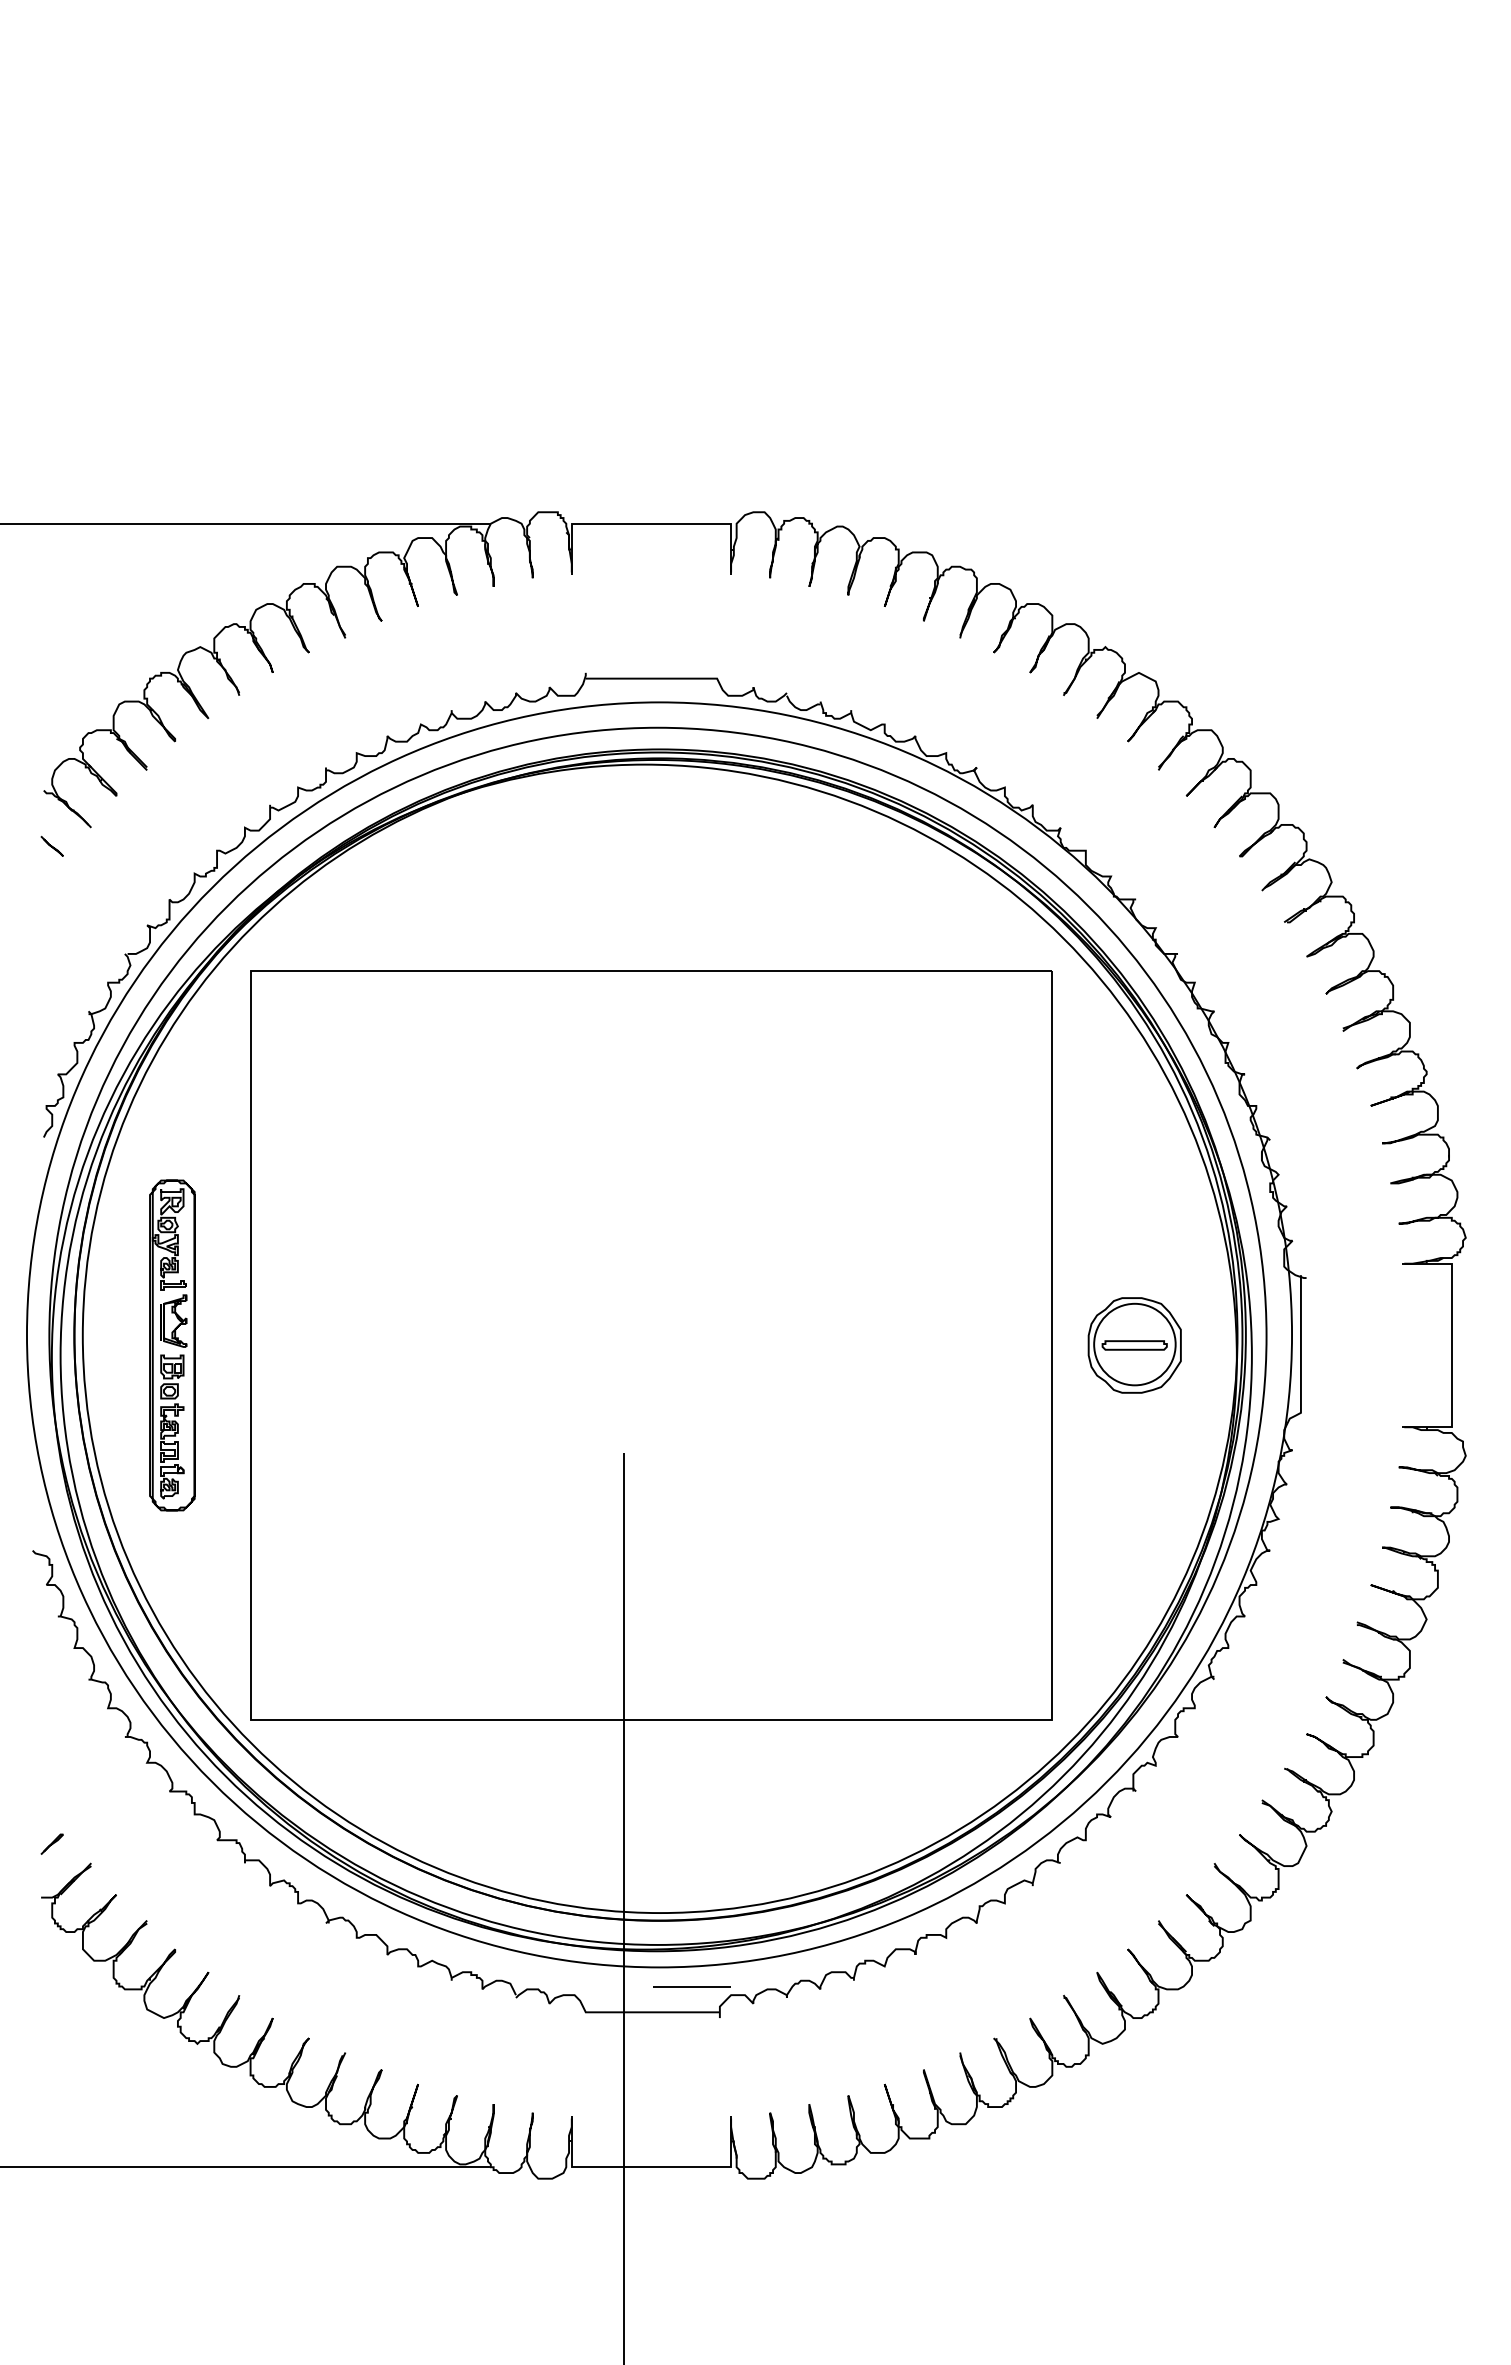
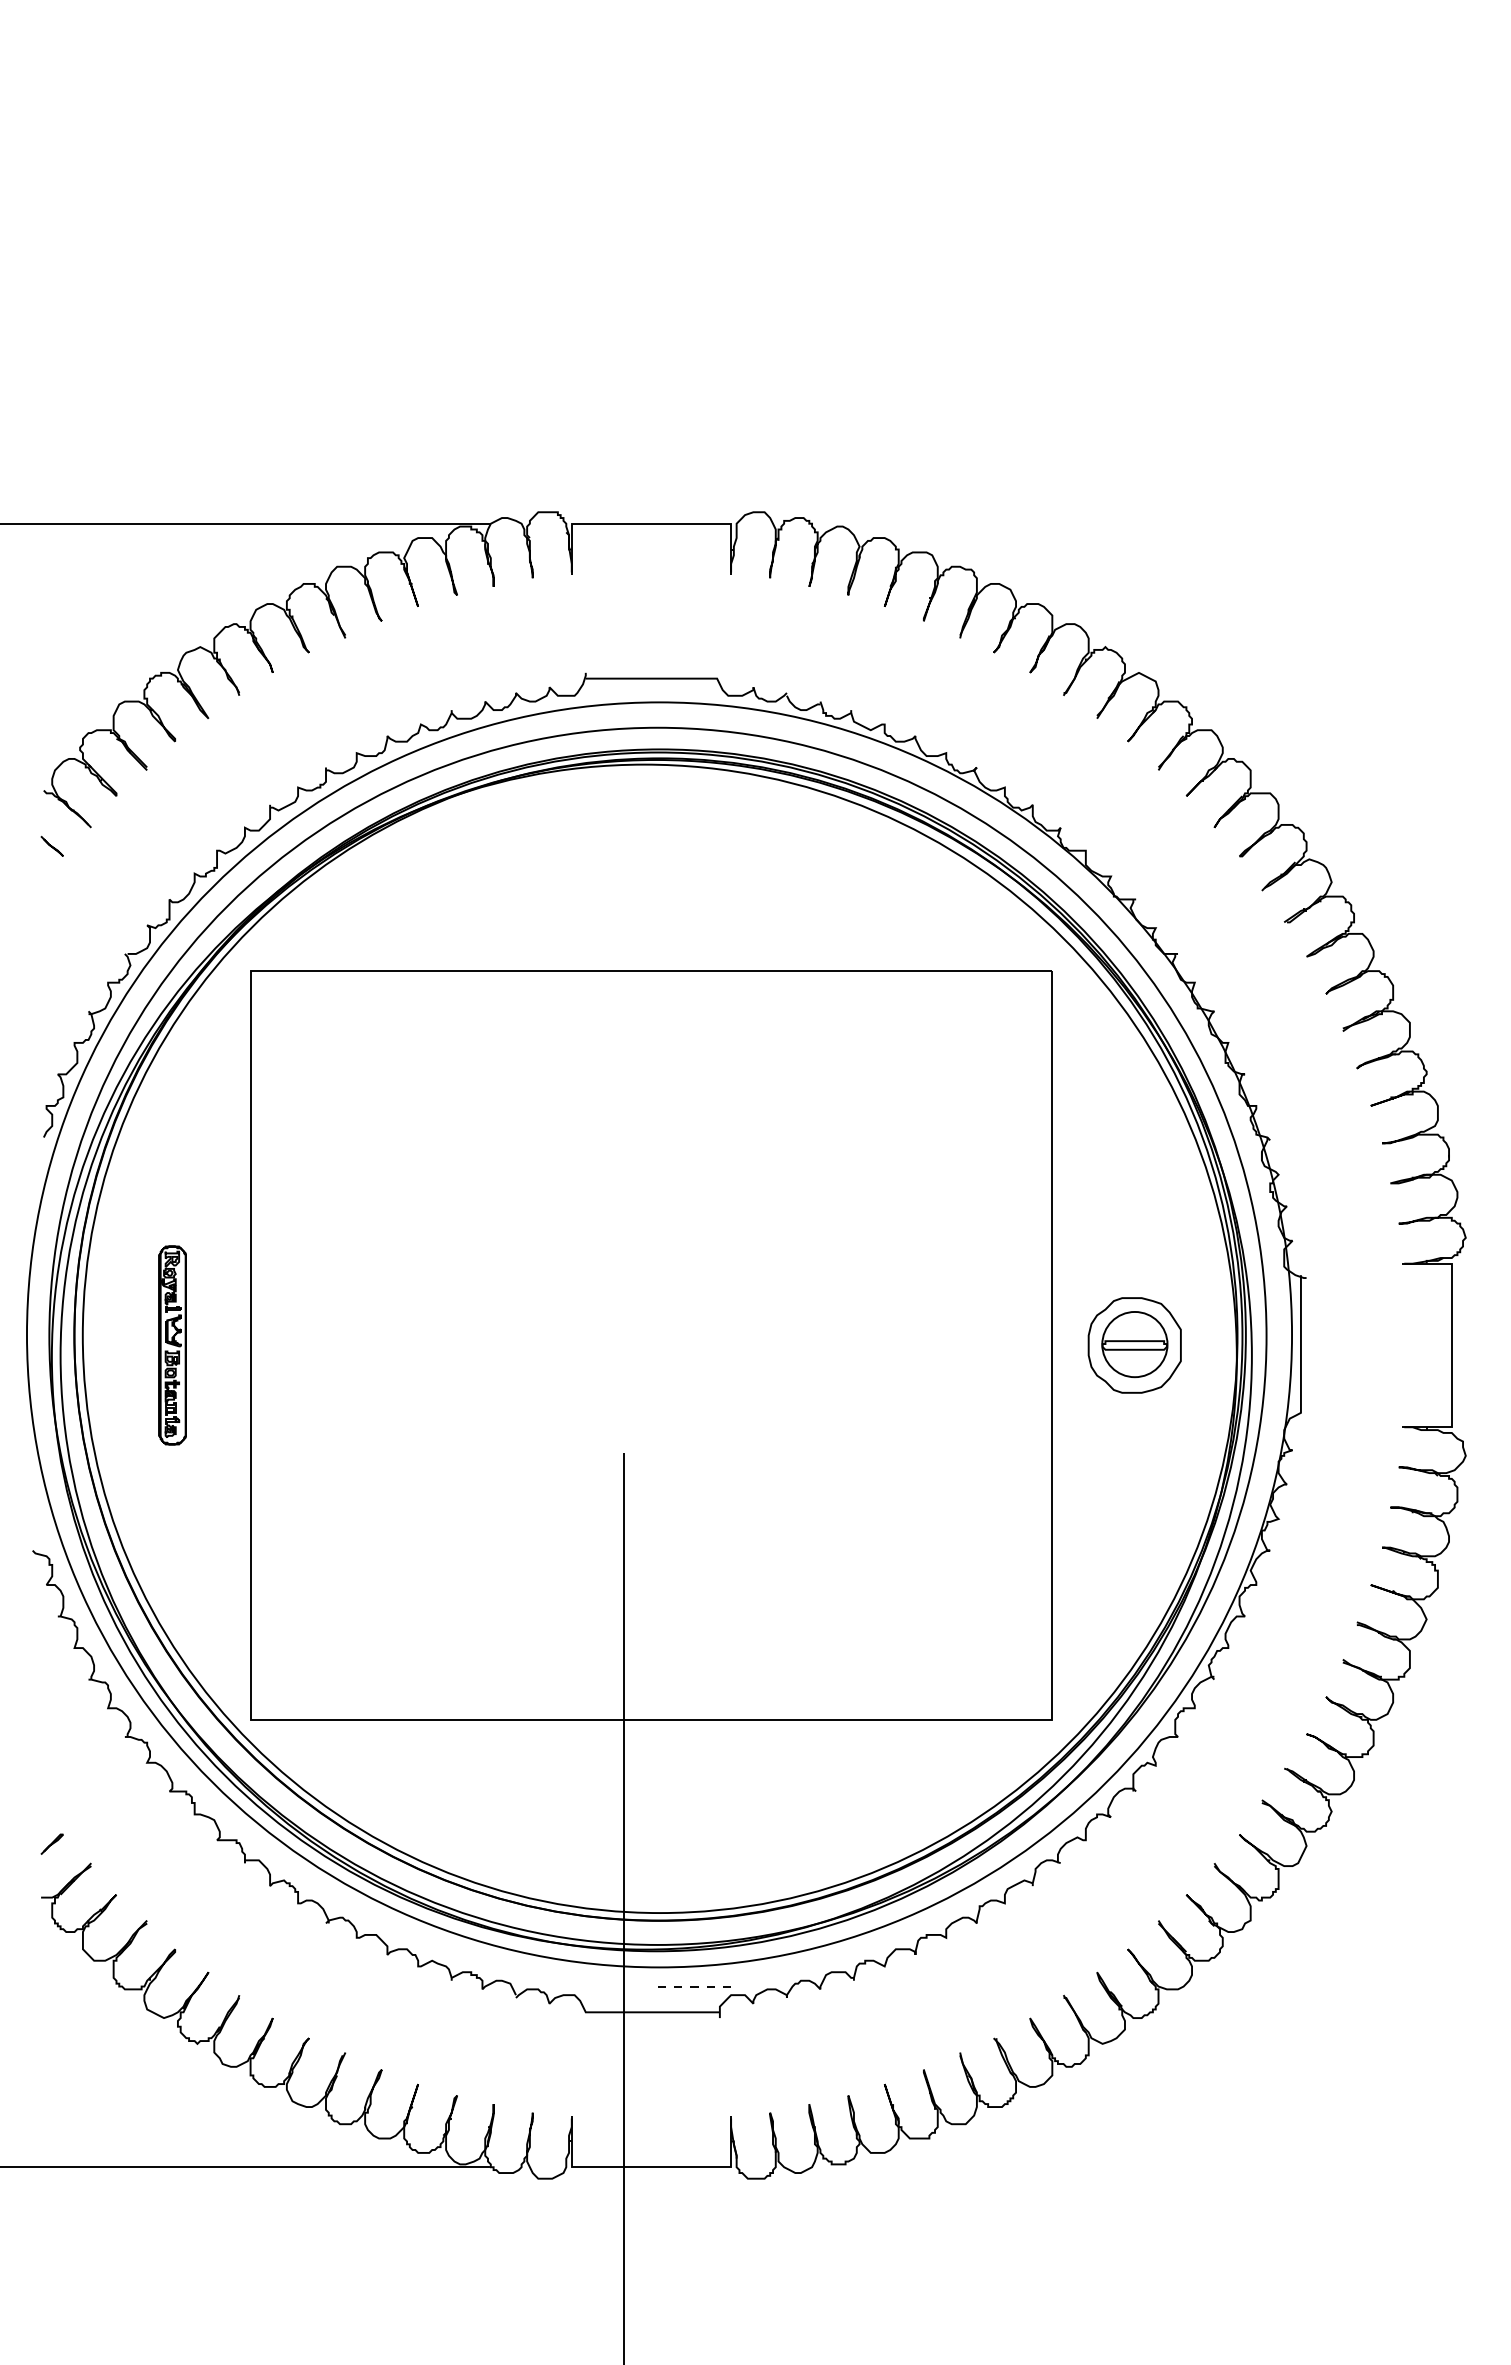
circle at (1134, 1344) diameter: 82 px -> 65 px
part at (172, 1345) size: 47x333 px -> 29x201 px
line at (691, 1986): solid -> dashed
